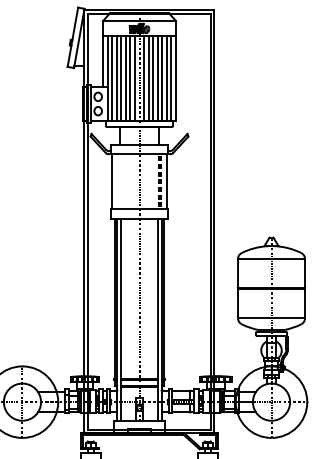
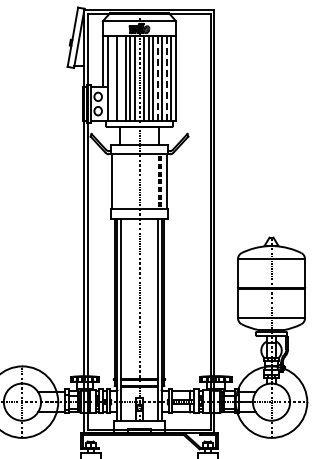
line at (112, 78): present -> none
line at (121, 78): present -> none
line at (157, 78): solid -> dashed
line at (166, 78): solid -> dashed
